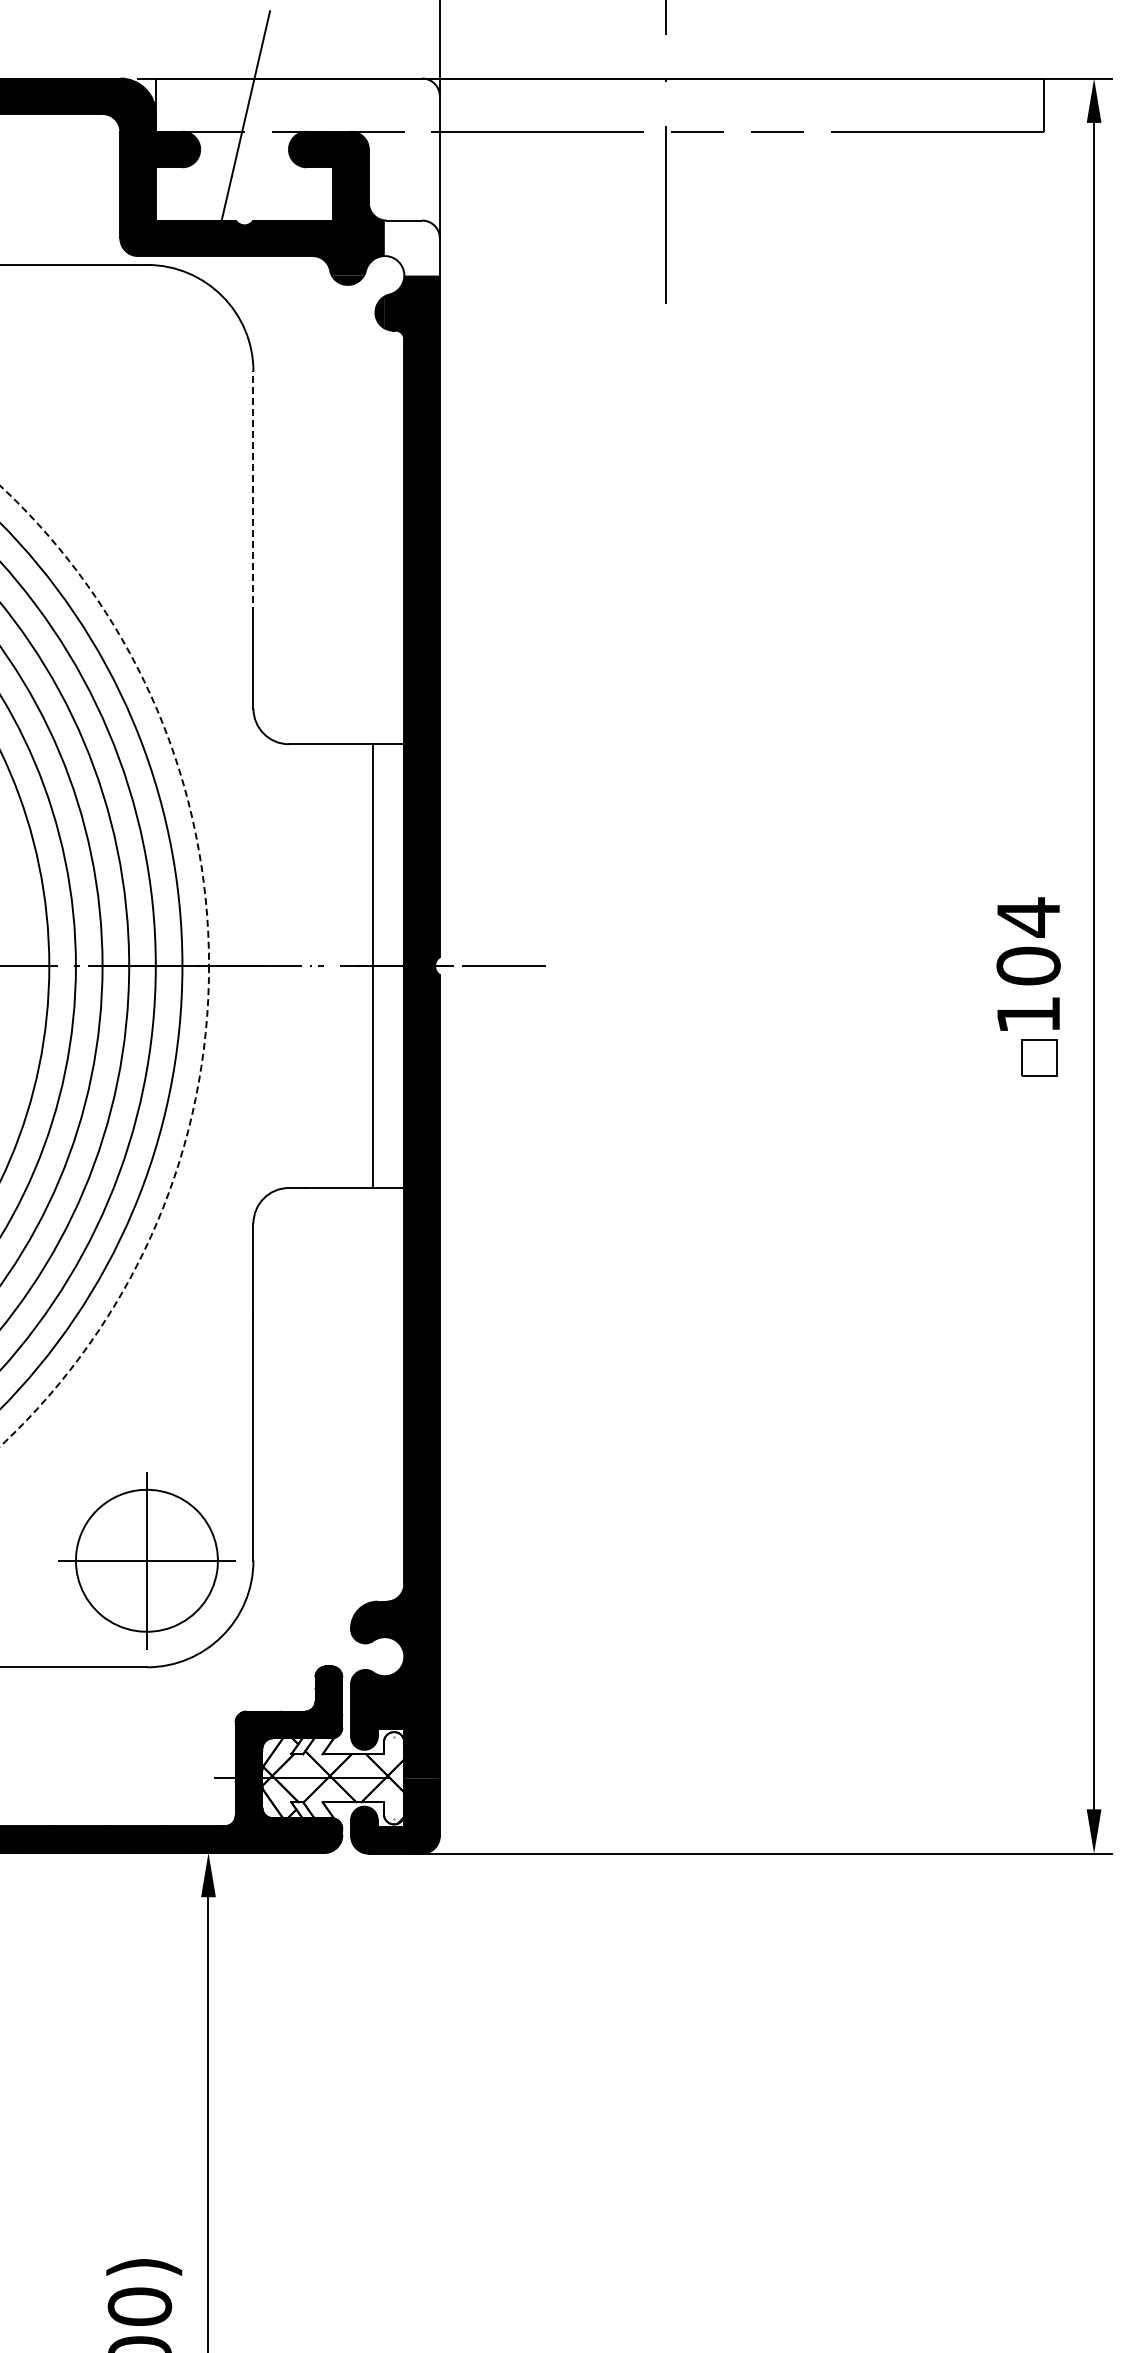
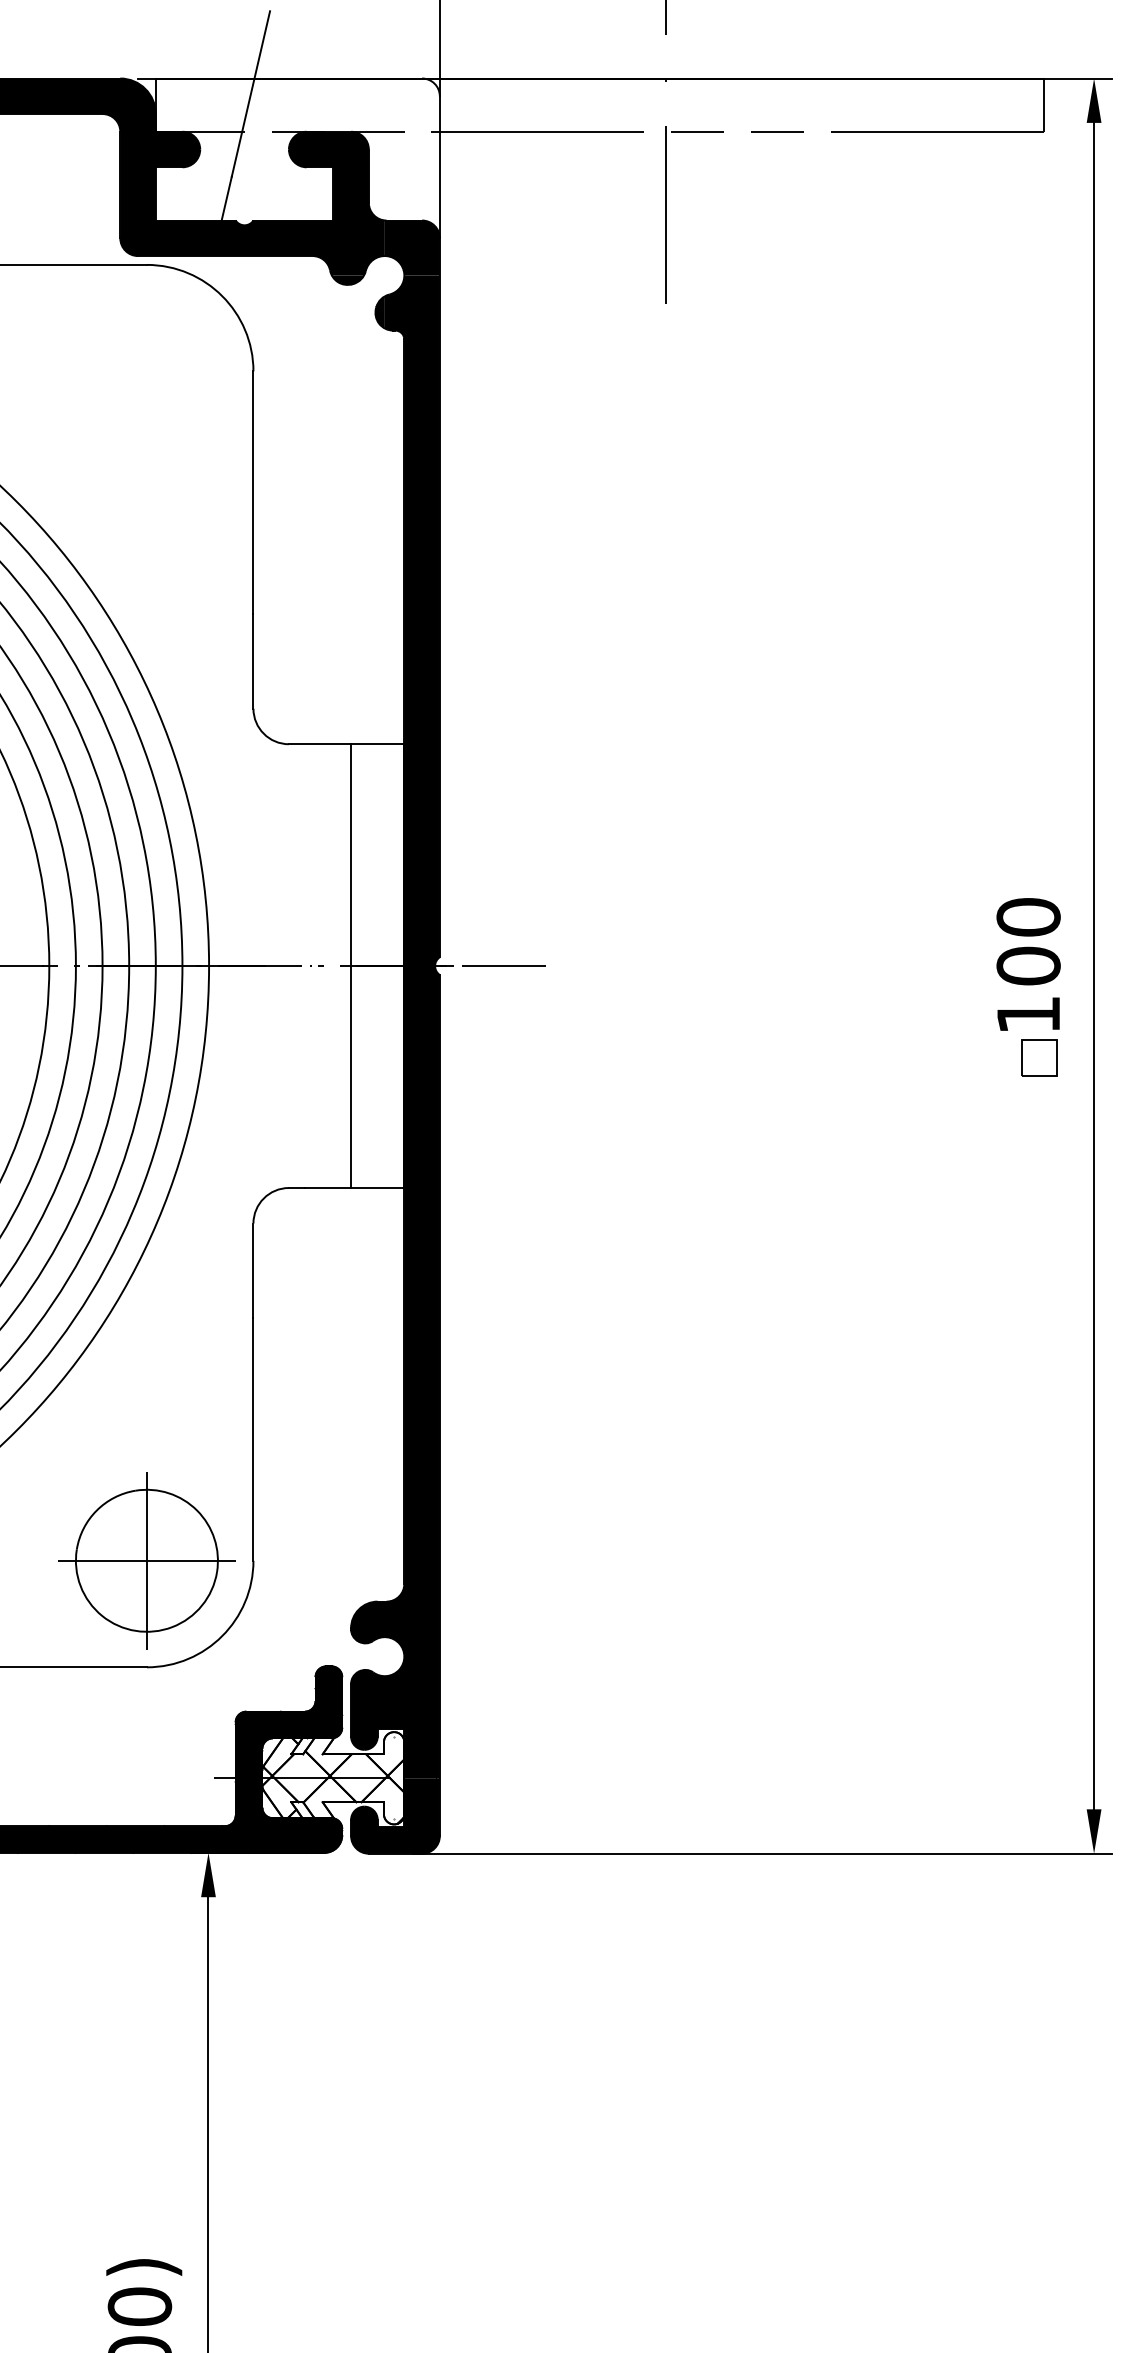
fill at (411, 247): none -> present
line at (253, 492): dashed -> solid
text at (1028, 917): 104 -> 100
circle at (104, 966): dashed -> solid
line at (373, 966) position: (373, 966) -> (351, 966)
